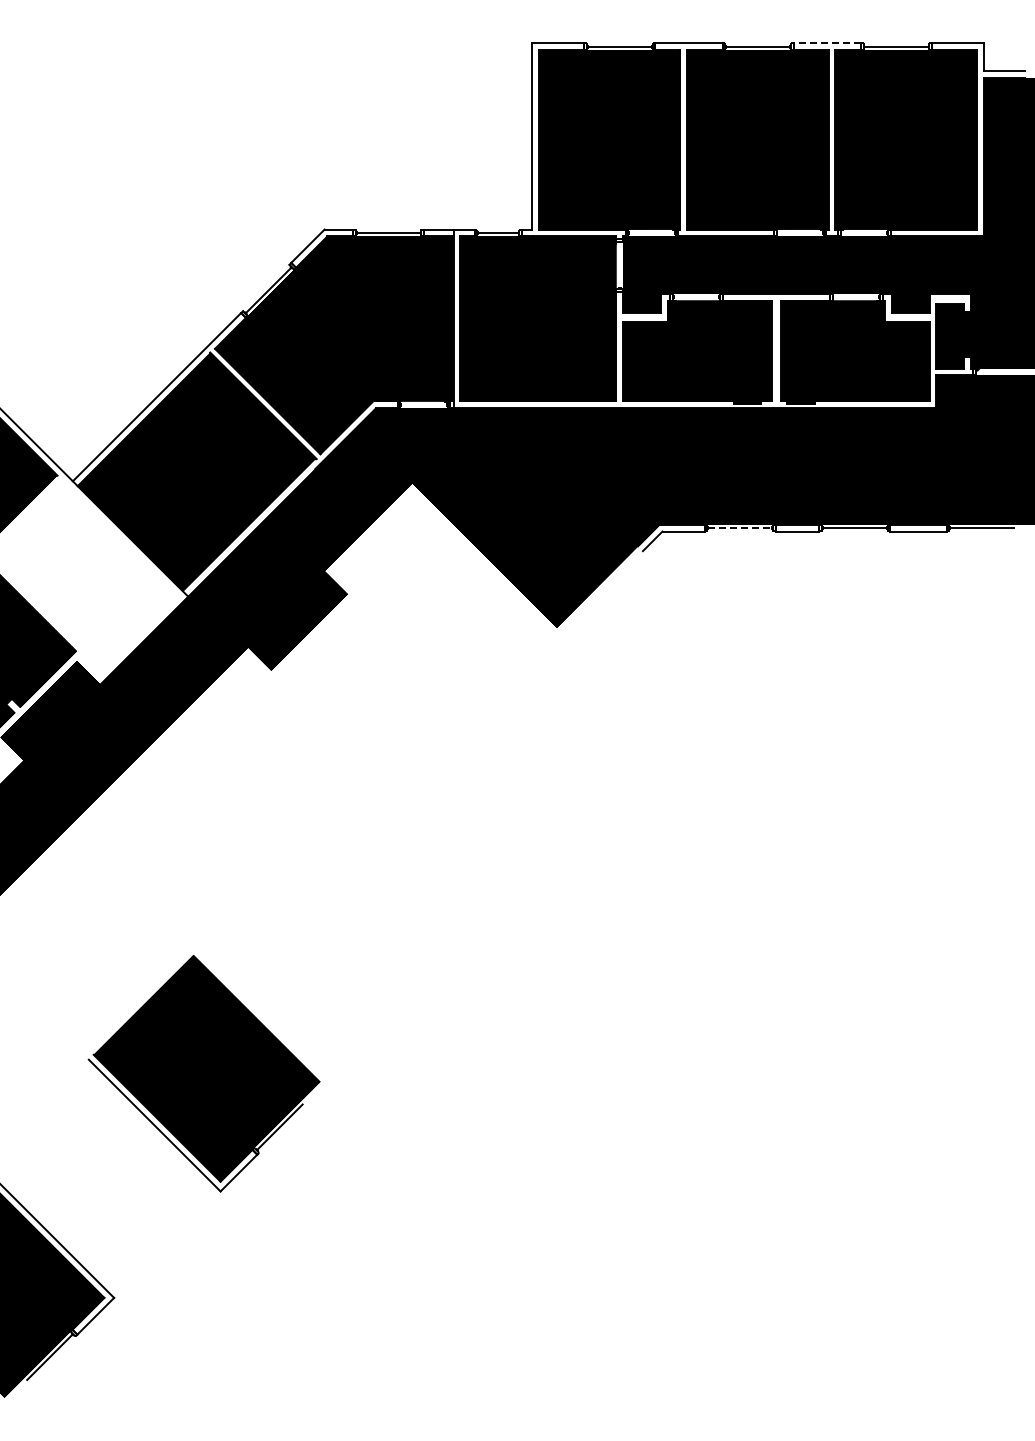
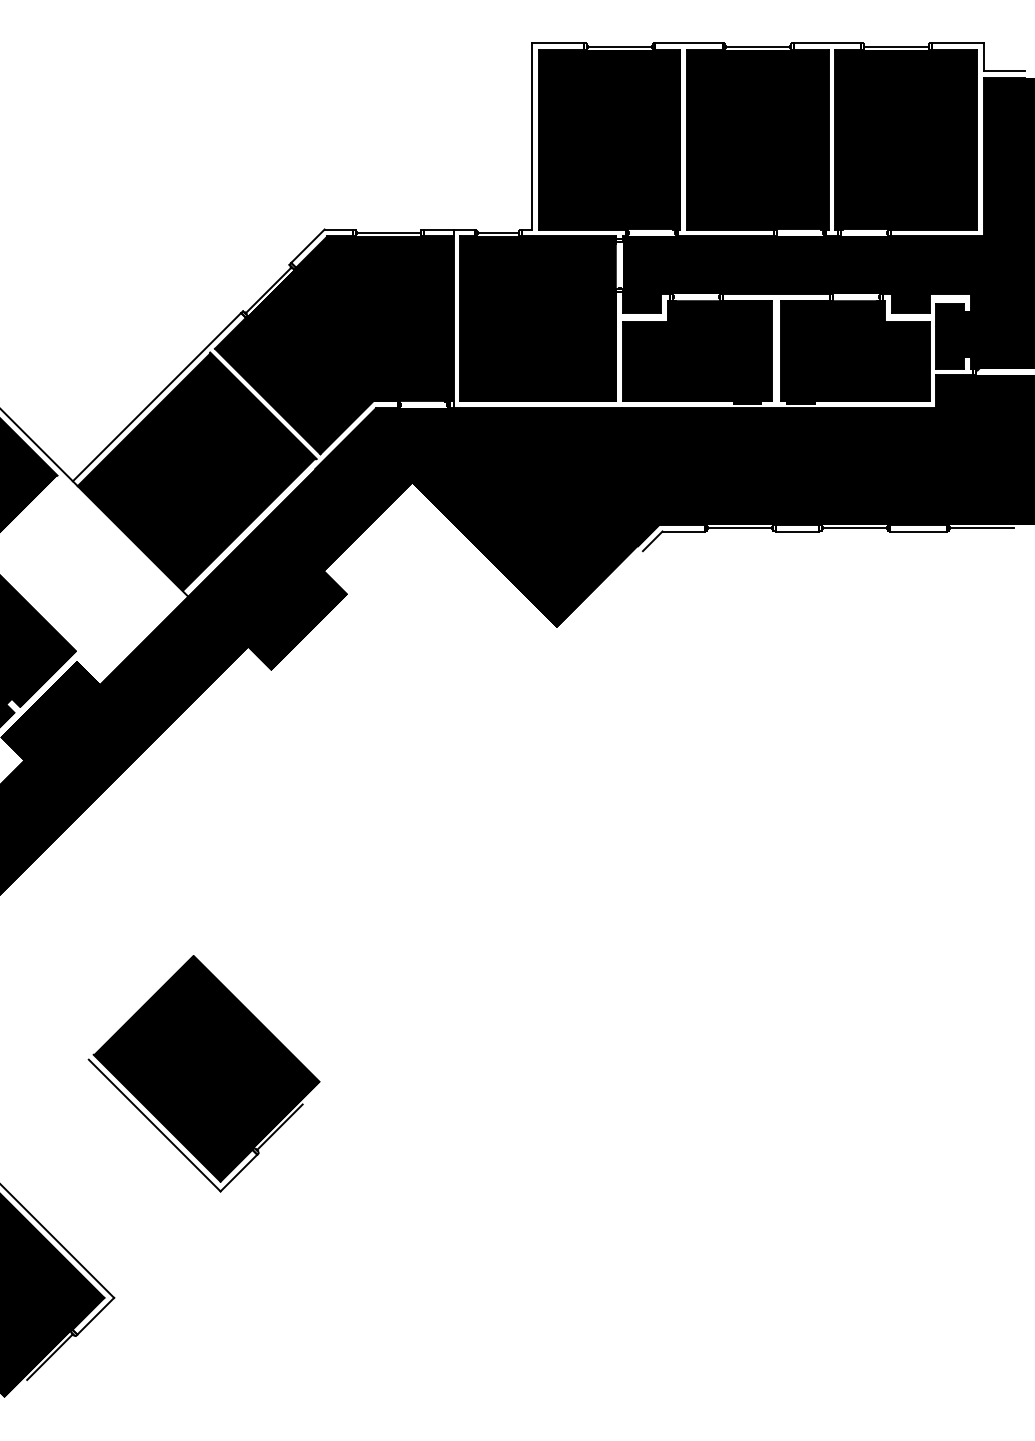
line at (827, 43): dashed -> solid
line at (740, 528): dashed -> solid
